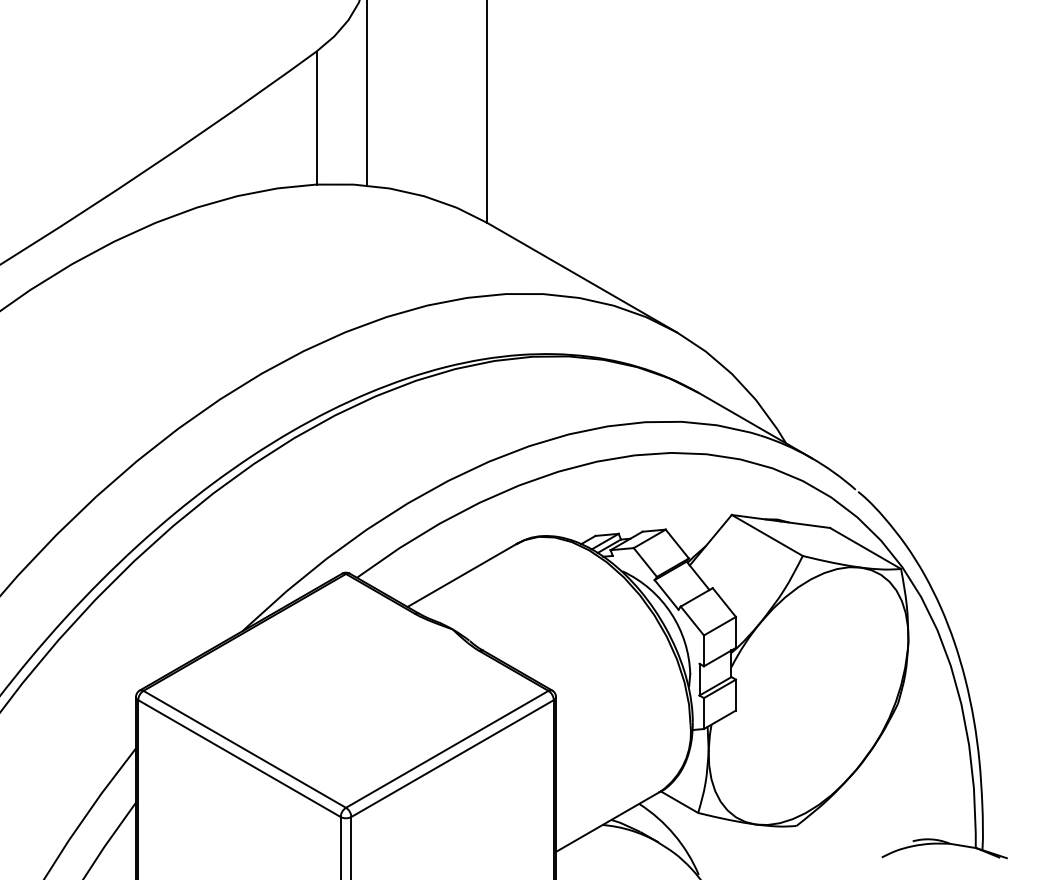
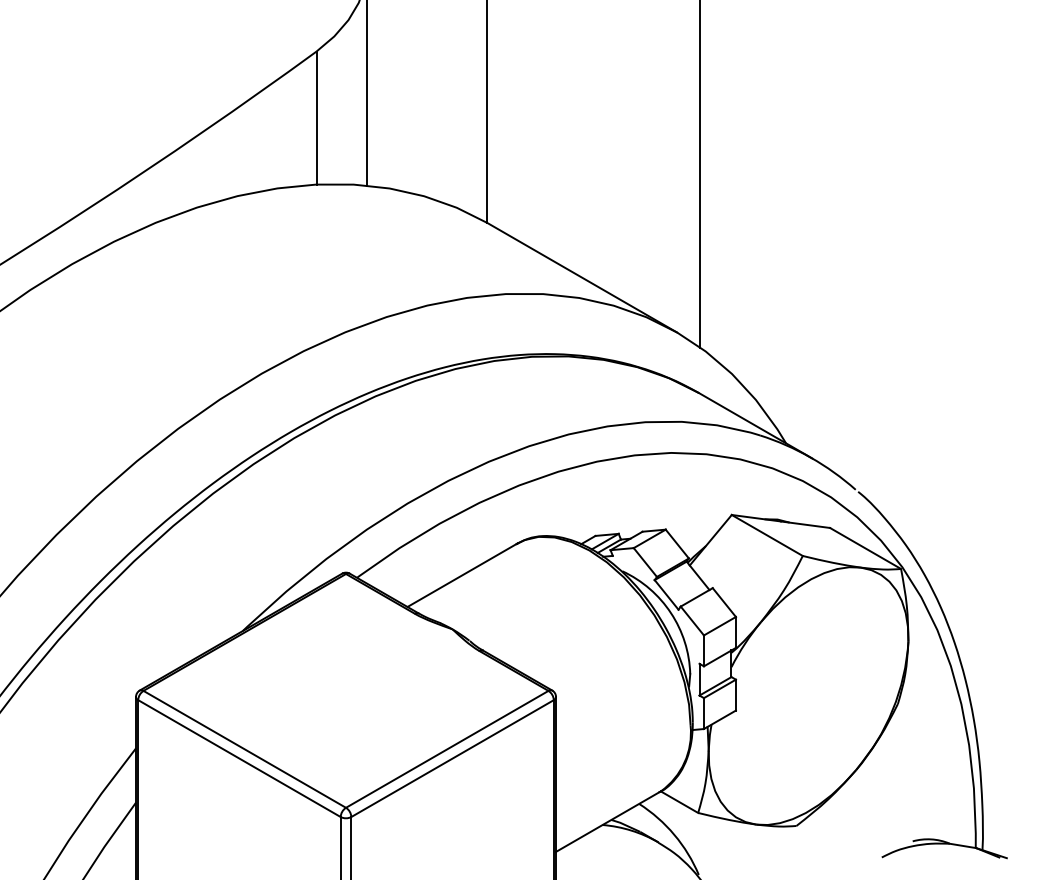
line at (700, 174): none -> present
